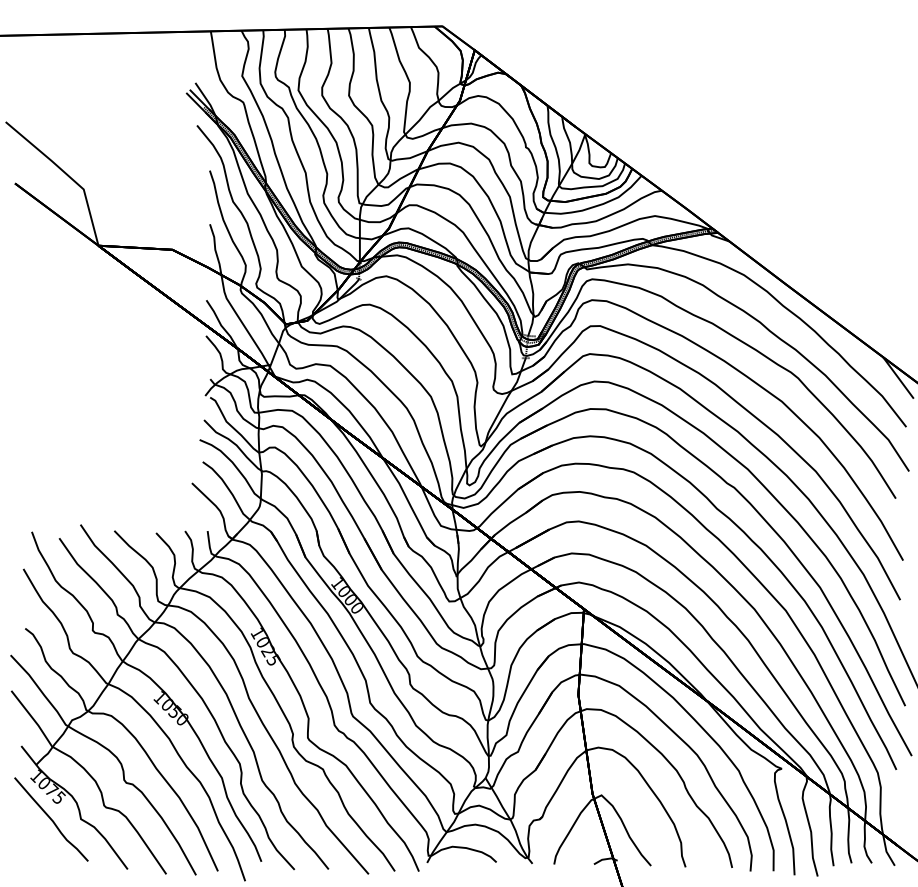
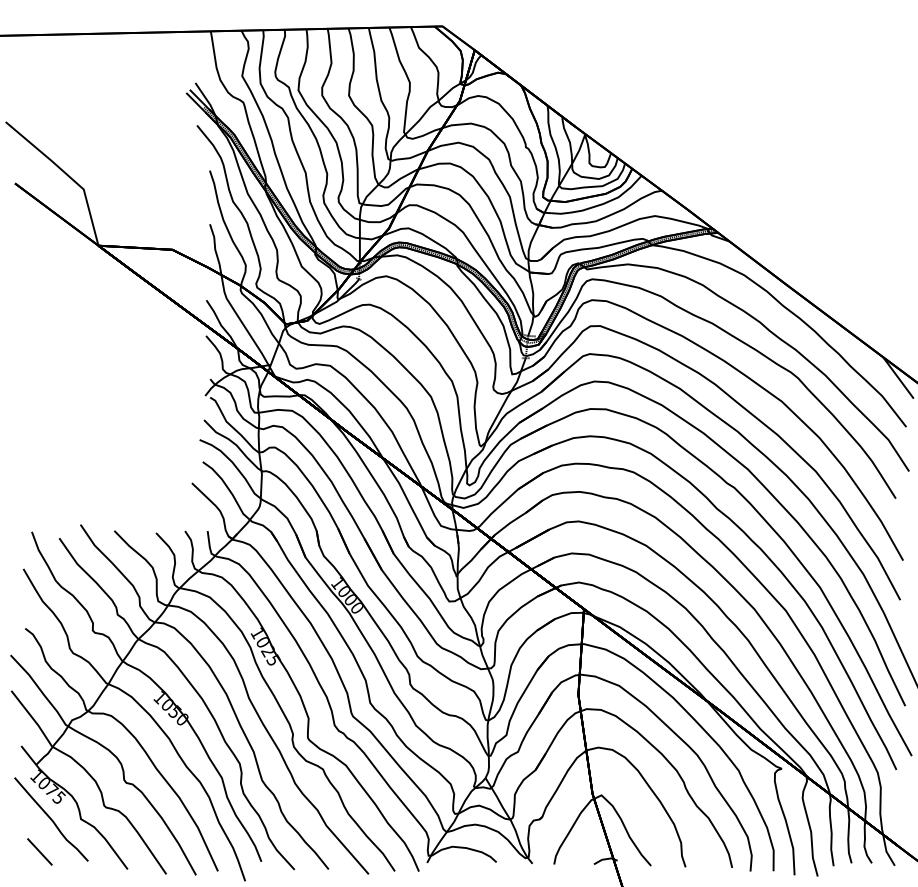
line at (39, 851): none -> present
